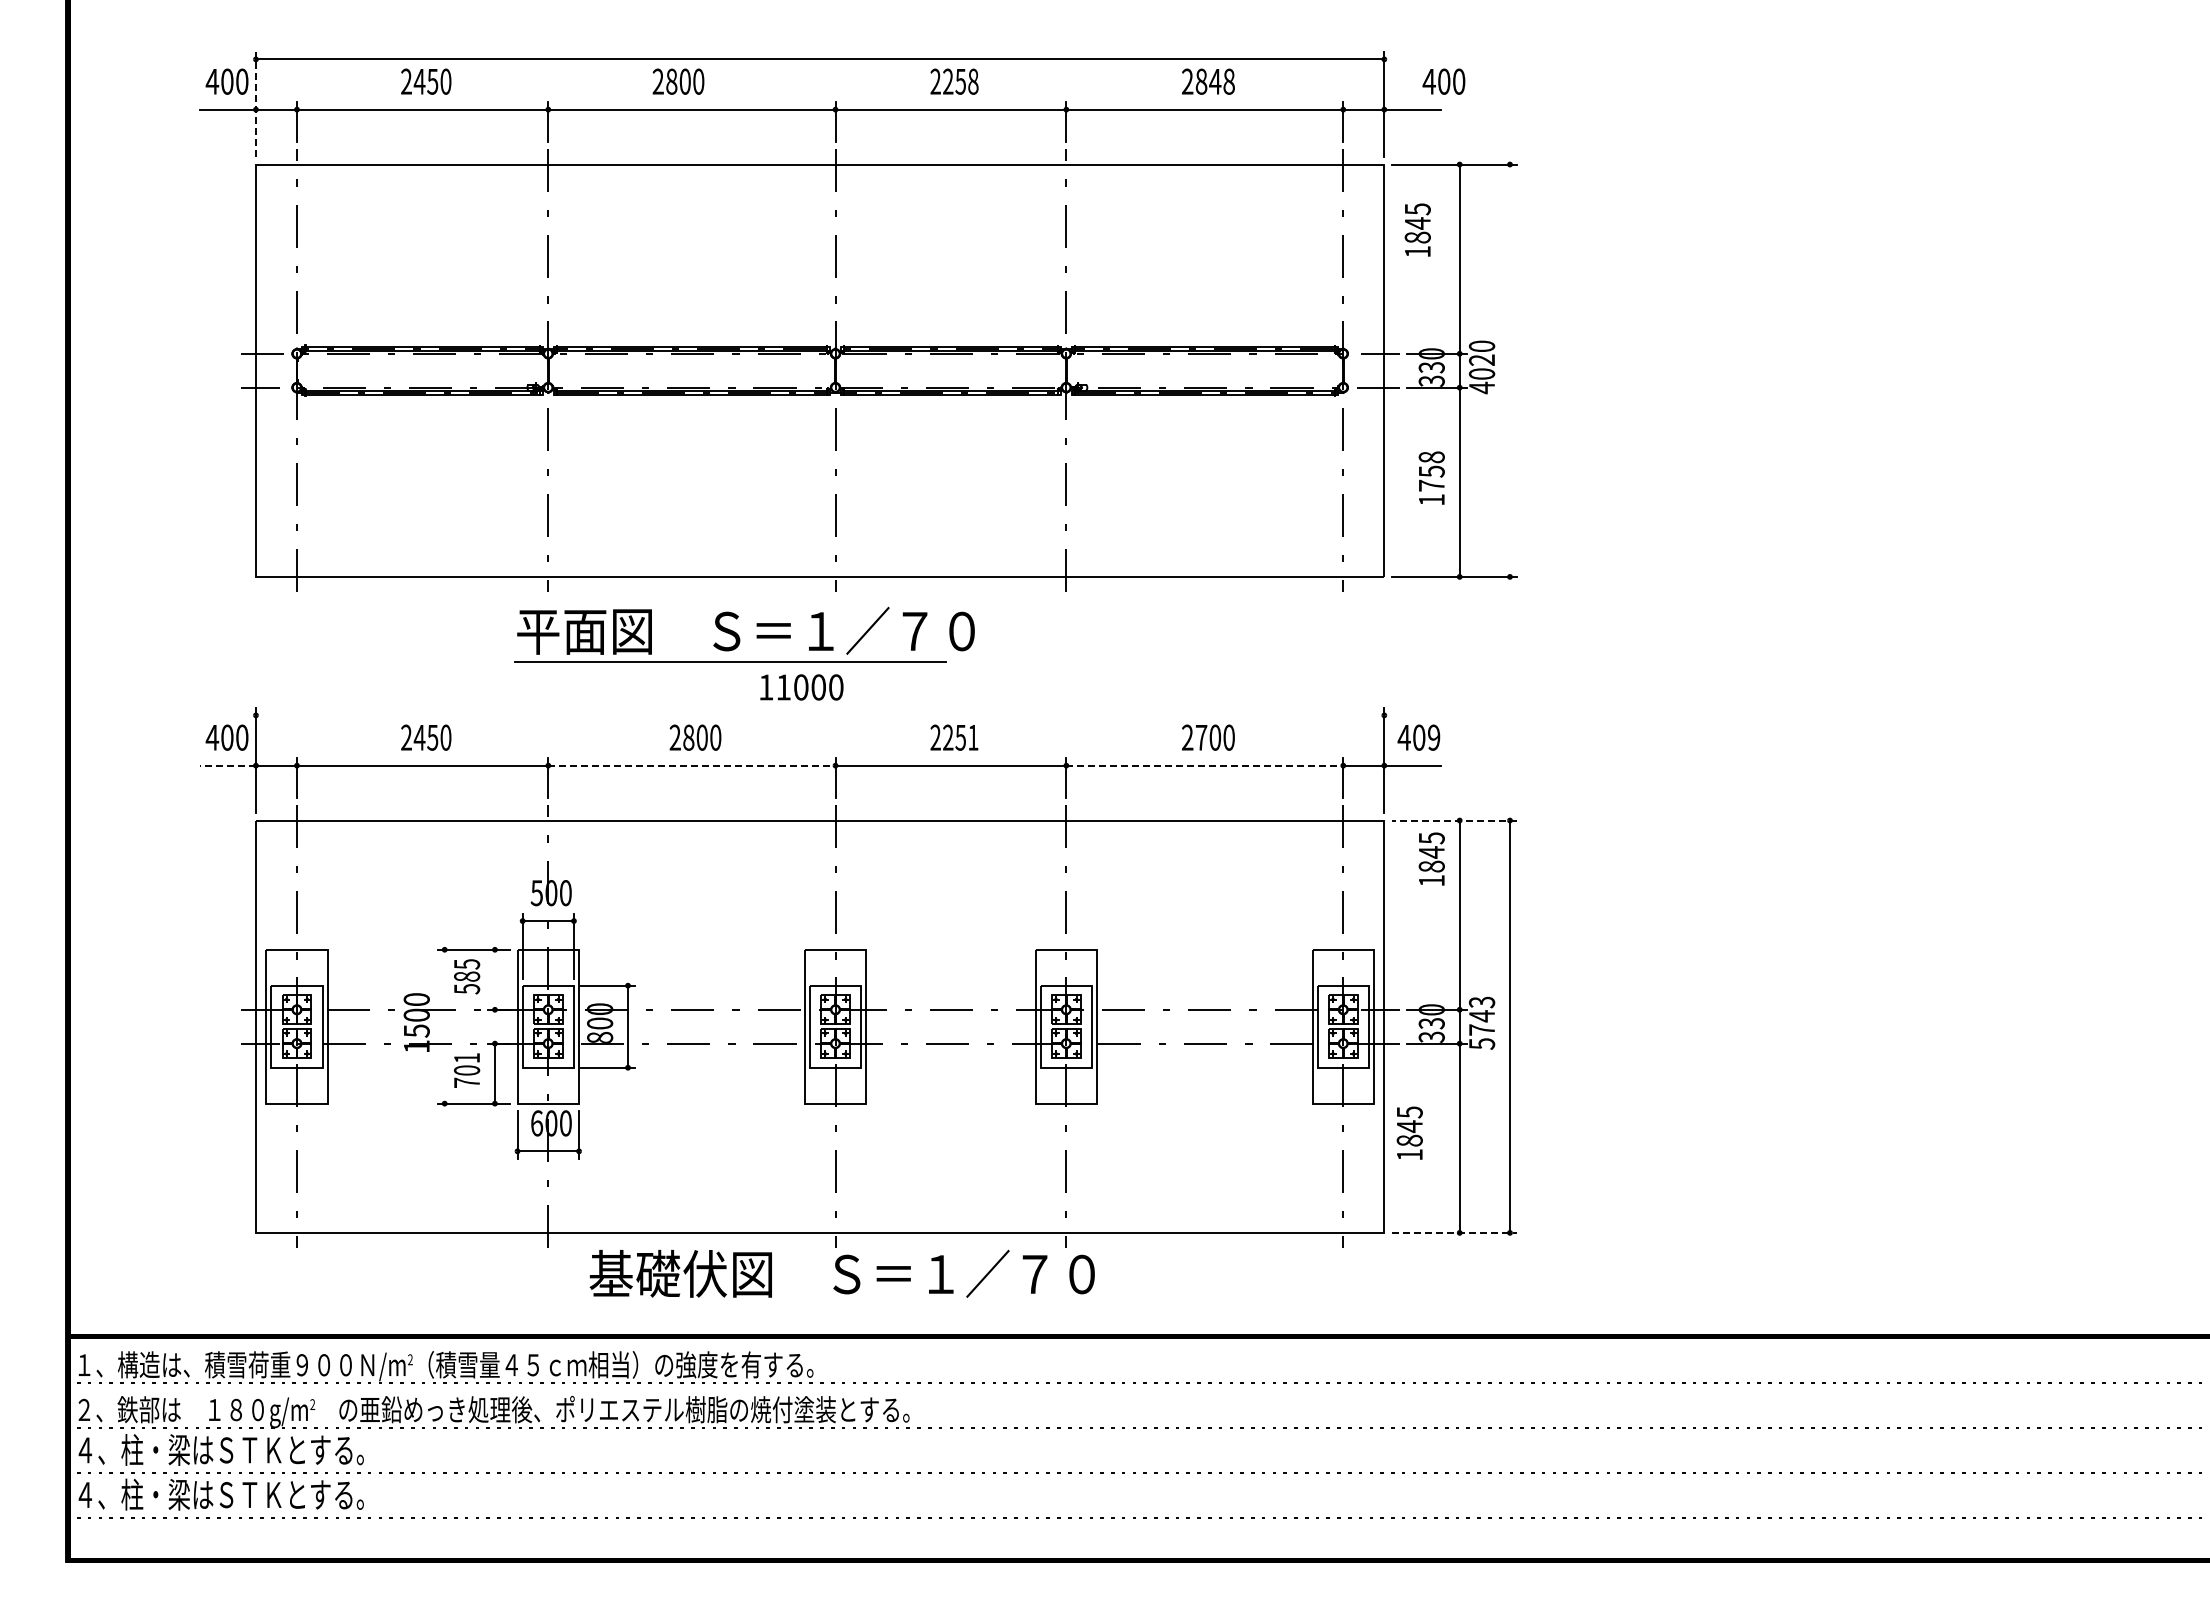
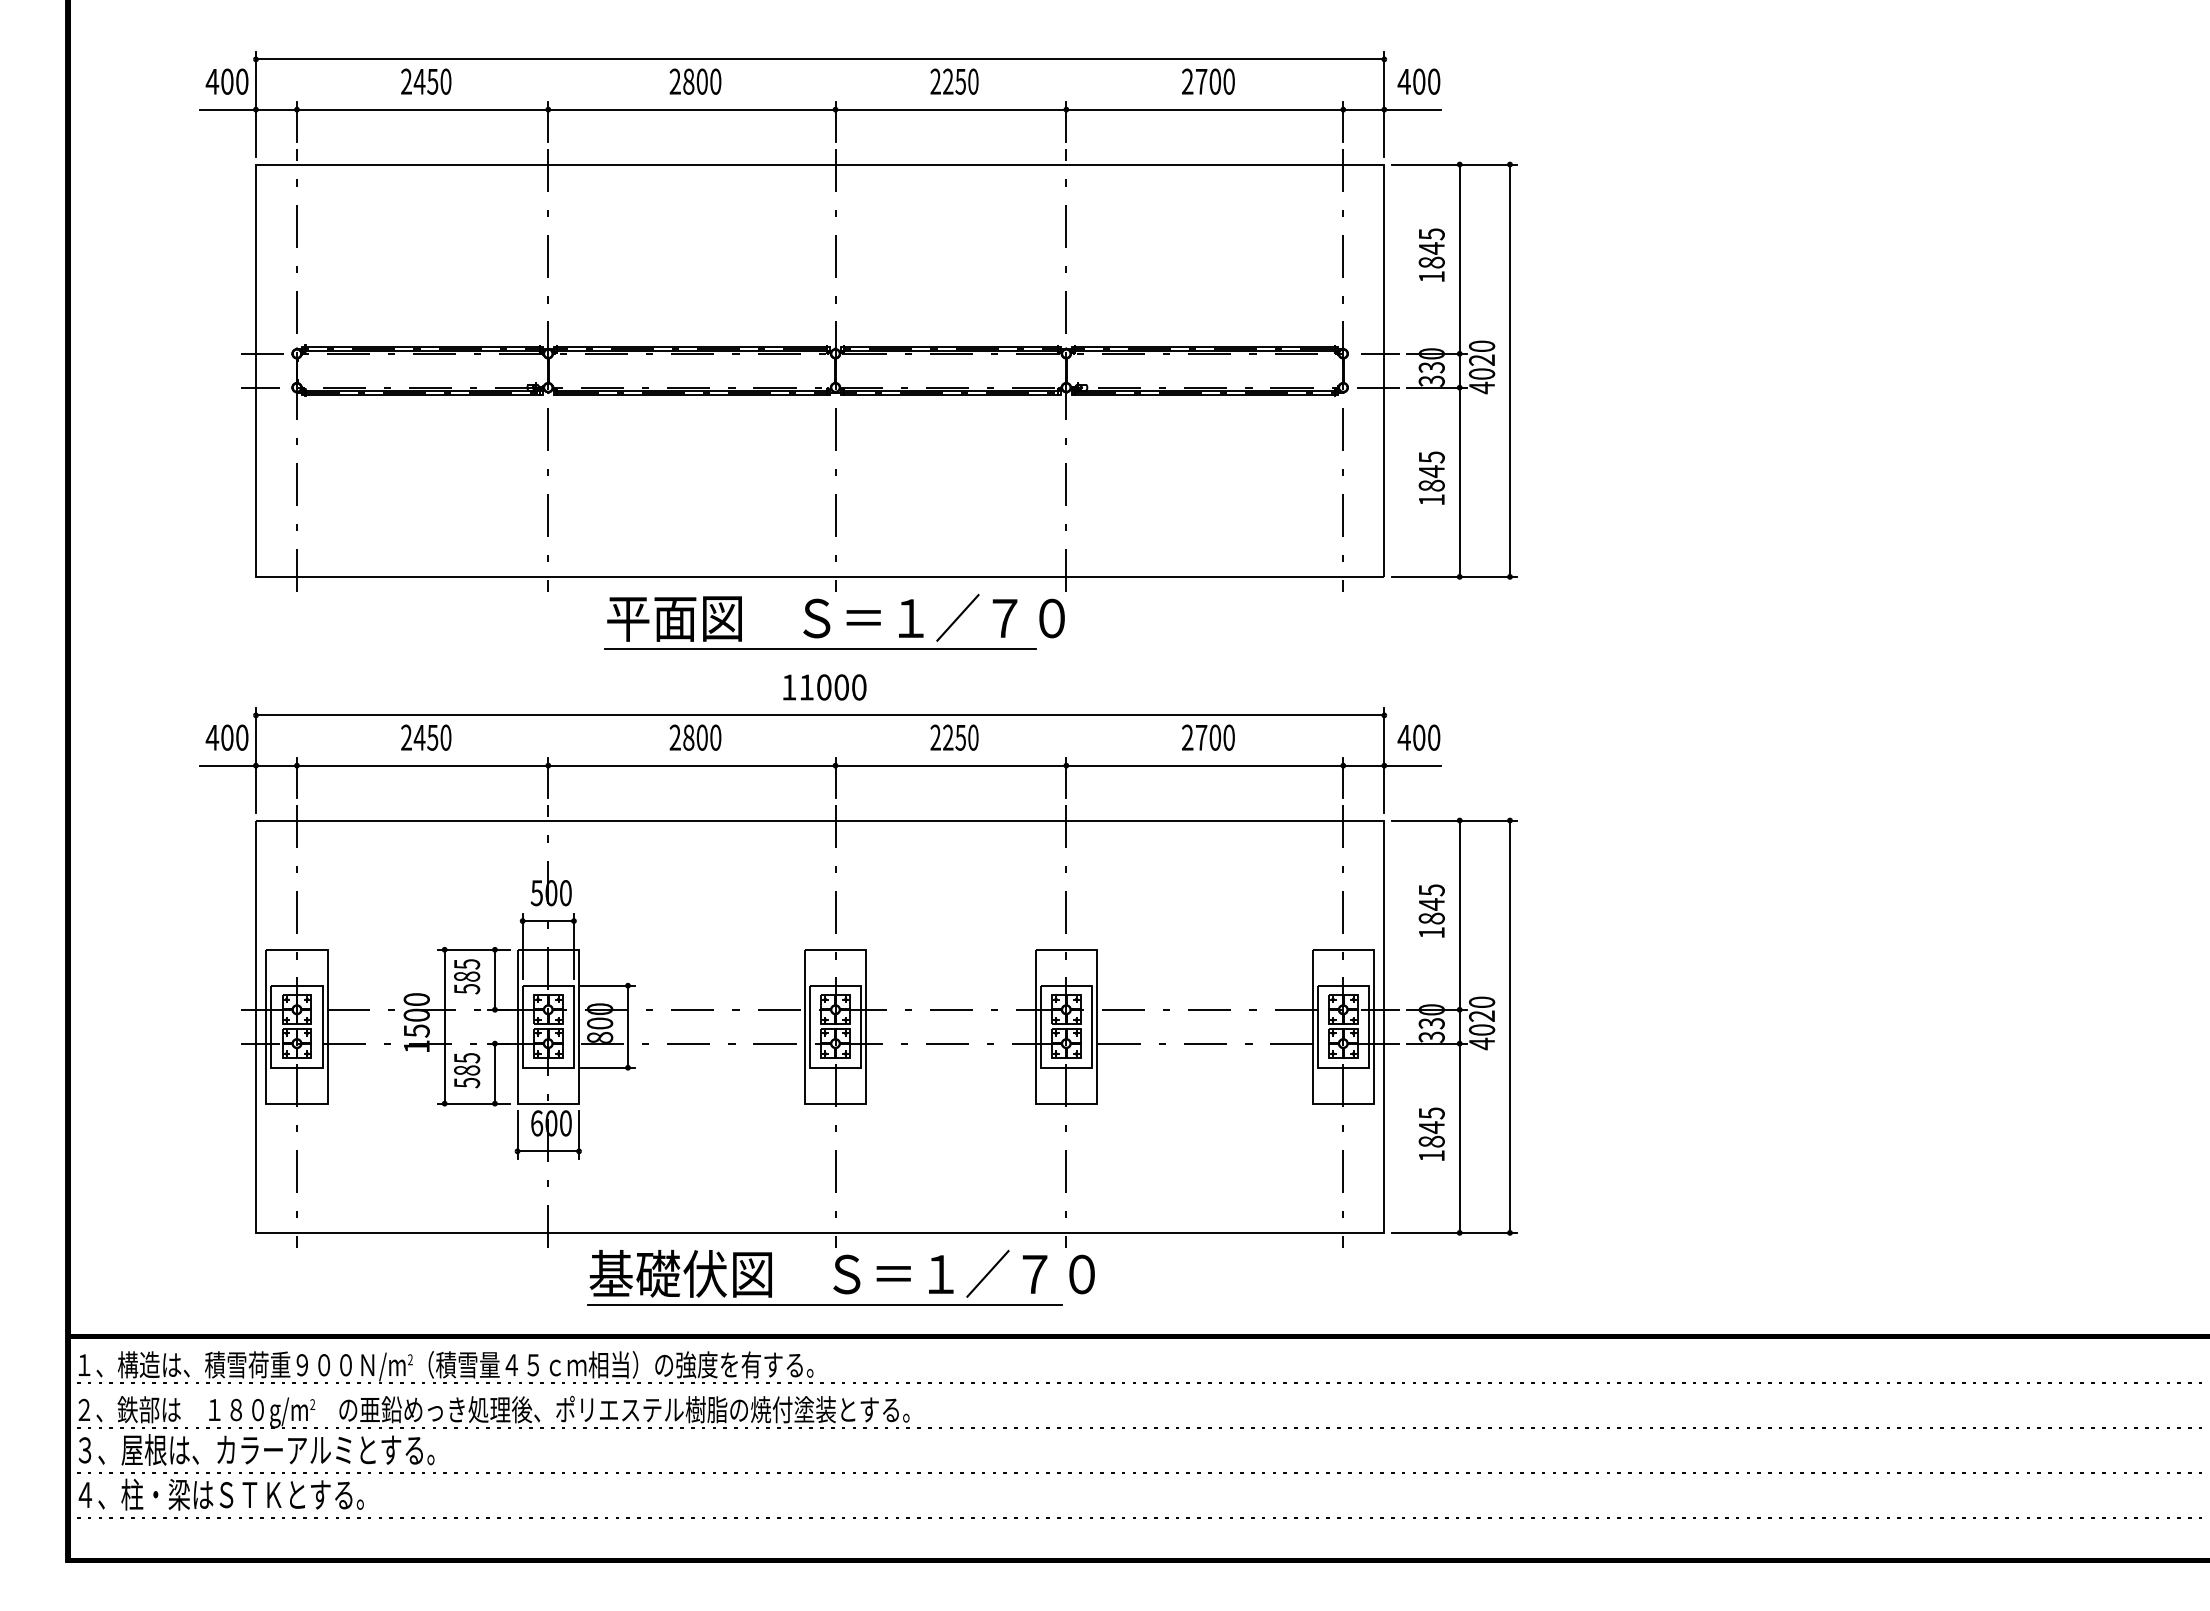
text at (678, 81) position: (678, 81) -> (695, 81)
text at (973, 81): 2258 -> 2250
text at (1214, 81): 2848 -> 2700
text at (1443, 81) position: (1443, 81) -> (1418, 81)
line at (255, 104): dashed -> solid
text at (1417, 229) position: (1417, 229) -> (1431, 254)
line at (1509, 370): none -> present
text at (1431, 471): 1758 -> 1845
part at (744, 634) position: (744, 634) -> (834, 621)
text at (801, 687) position: (801, 687) -> (824, 687)
line at (819, 715): none -> present
text at (973, 737): 2251 -> 2250
text at (1434, 737): 409 -> 400
line at (227, 765): dashed -> solid
line at (691, 765): dashed -> solid
line at (1205, 765): dashed -> solid
line at (1454, 820): dashed -> solid
text at (1431, 858) position: (1431, 858) -> (1431, 910)
line at (494, 979): none -> present
text at (1481, 1023): 5743 -> 4020
line at (444, 1026): none -> present
text at (467, 1070): 701 -> 585
text at (1409, 1132) position: (1409, 1132) -> (1431, 1133)
line at (1454, 1232): dashed -> solid
line at (824, 1304): none -> present
text at (256, 1449): ４、柱・梁はＳＴＫとする。 -> ３、屋根は、カラーアルミとする。
